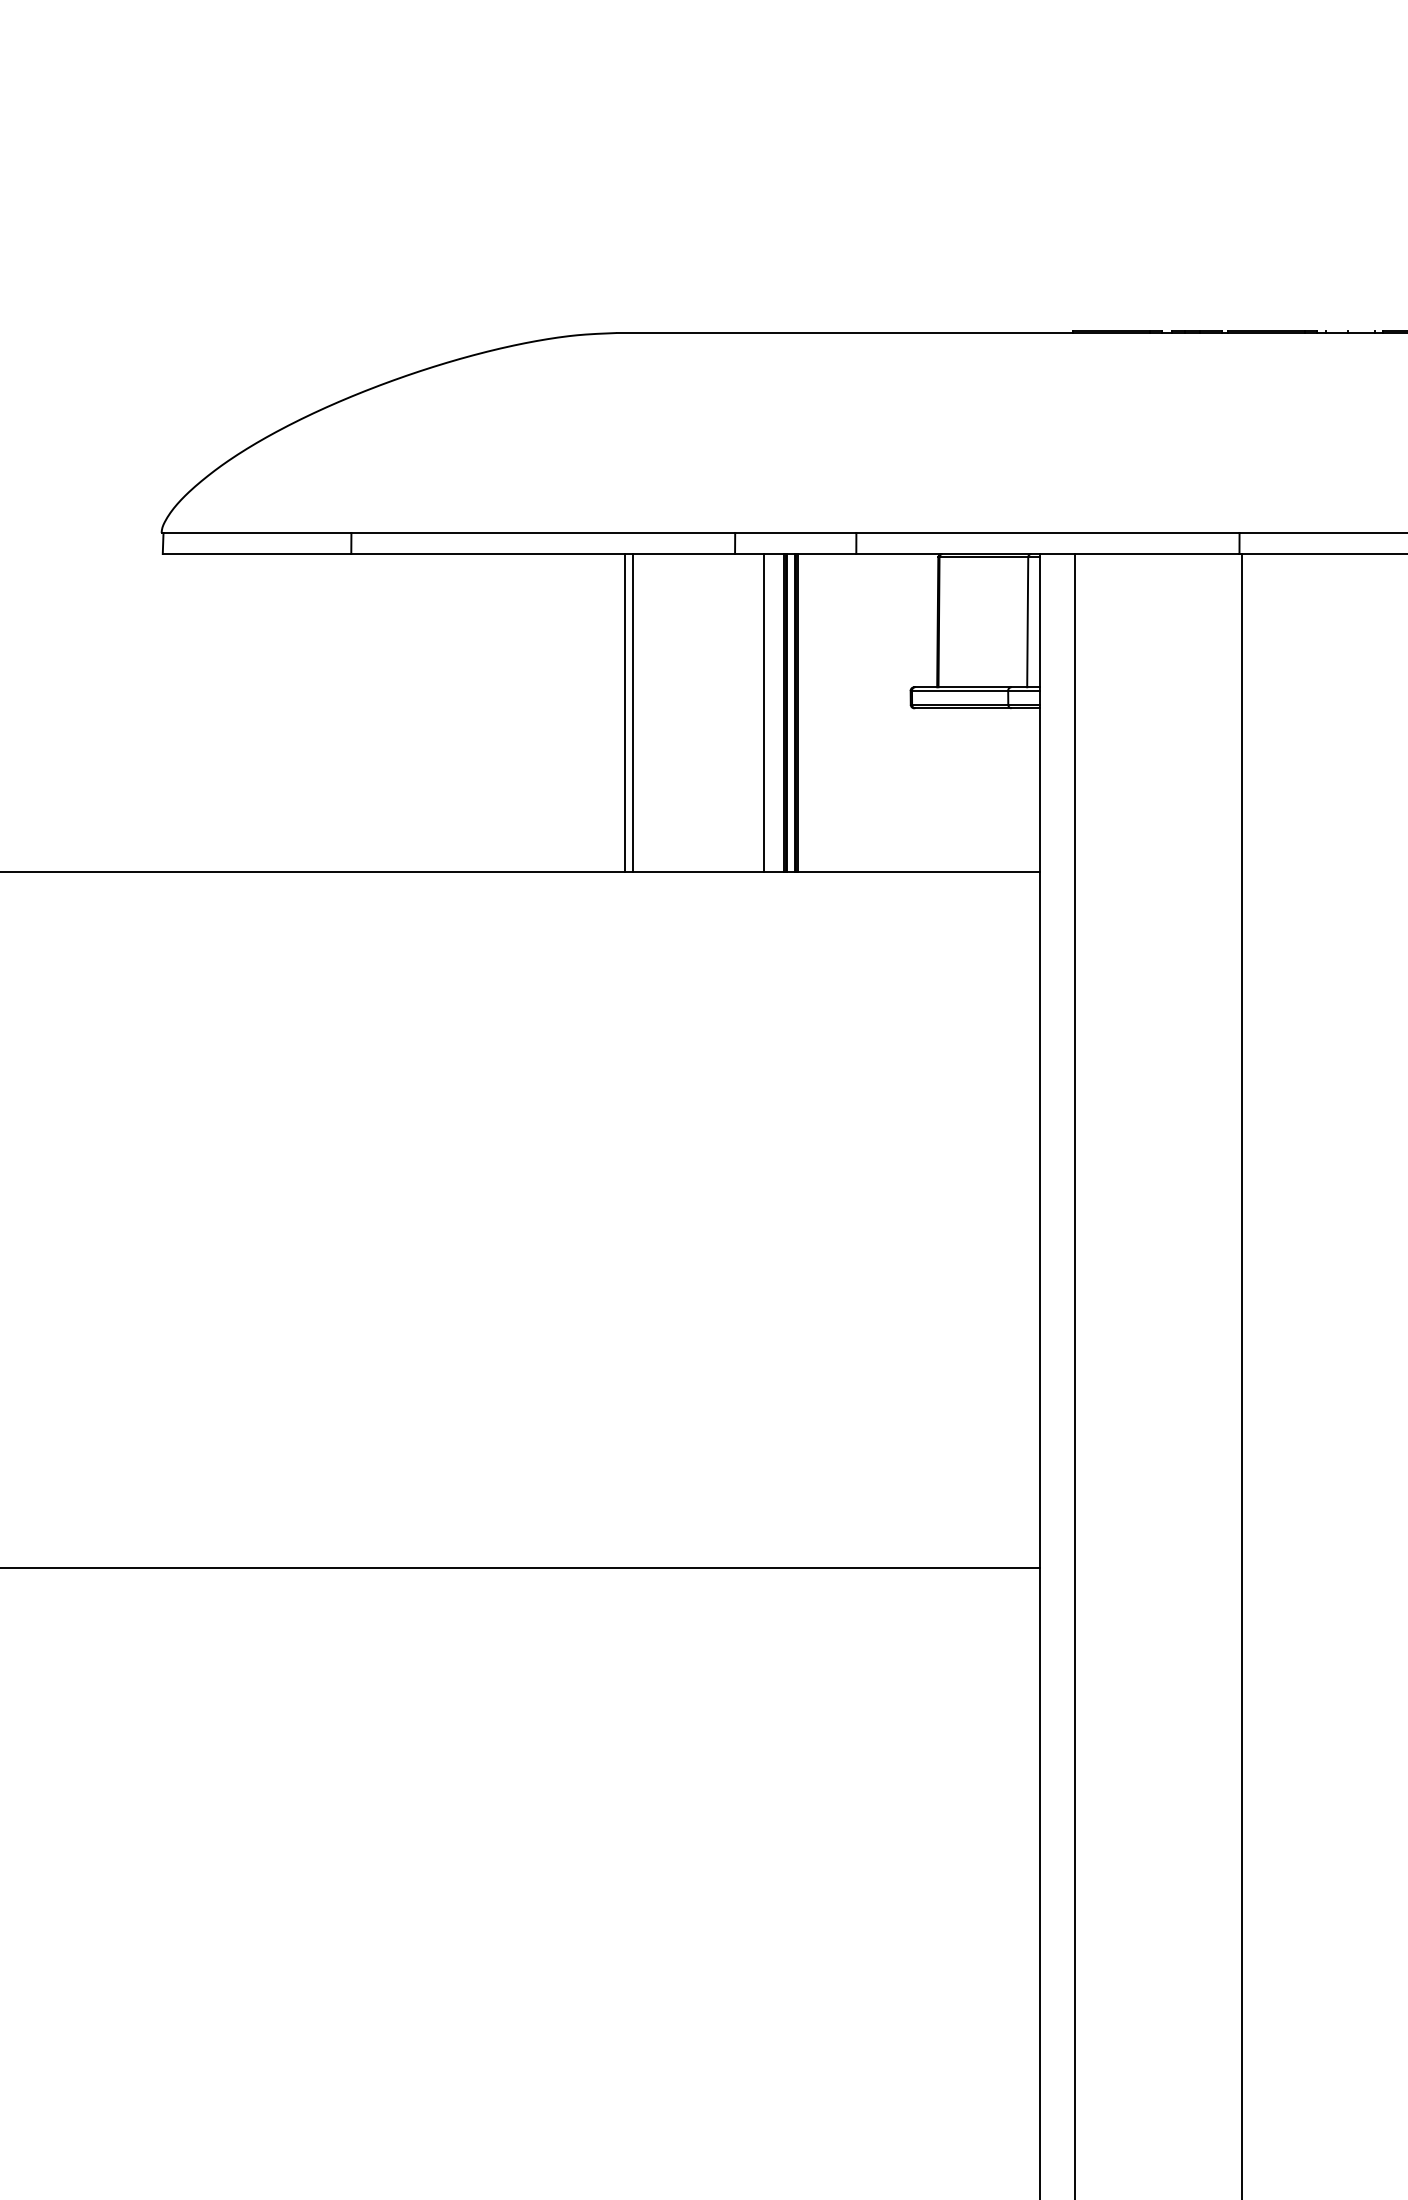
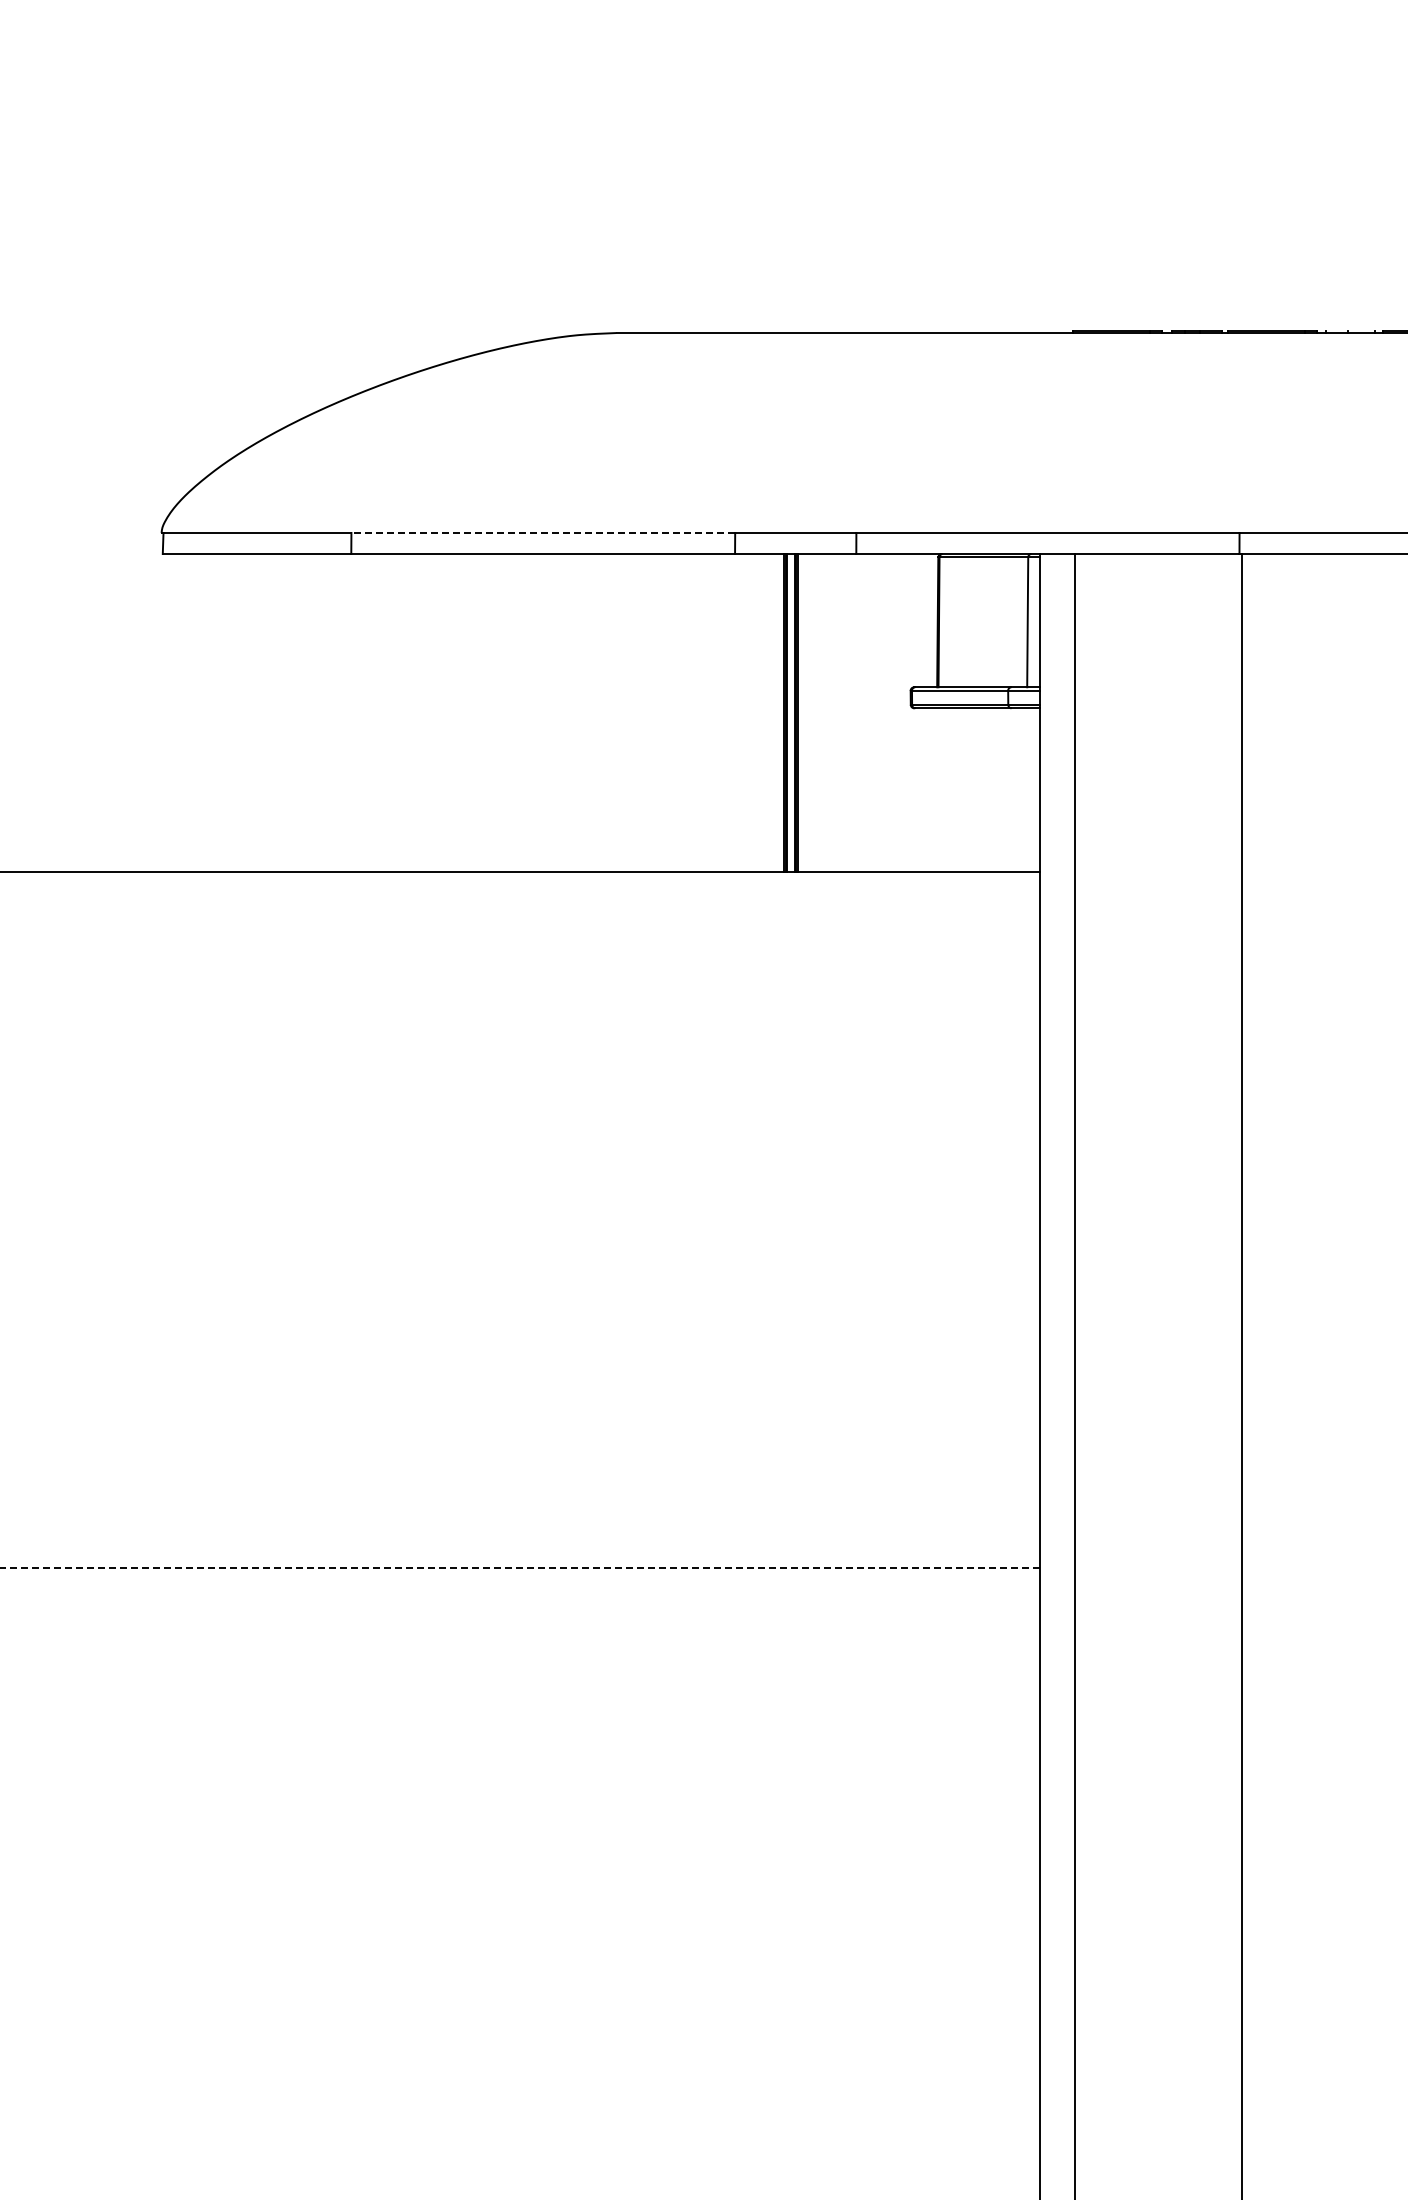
line at (543, 532): solid -> dashed
line at (625, 712): present -> none
line at (633, 712): present -> none
line at (763, 712): present -> none
line at (520, 1567): solid -> dashed
